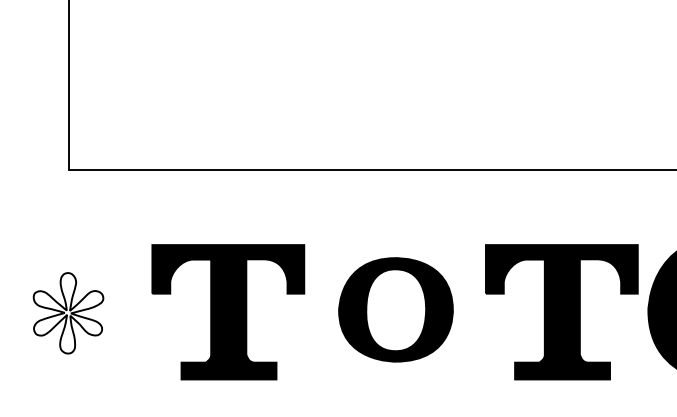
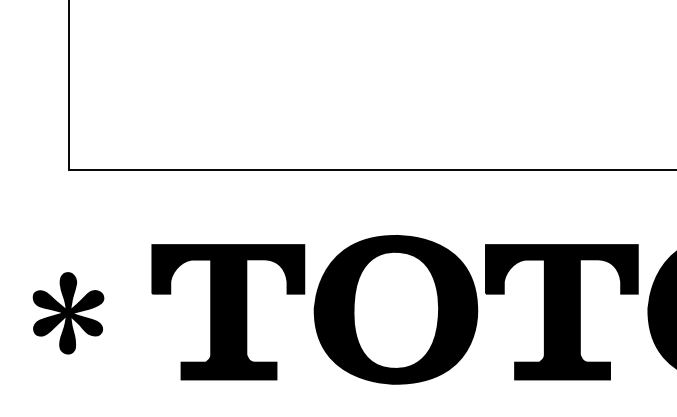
part at (395, 309) size: 116x106 px -> 166x150 px
fill at (68, 313): none -> present
